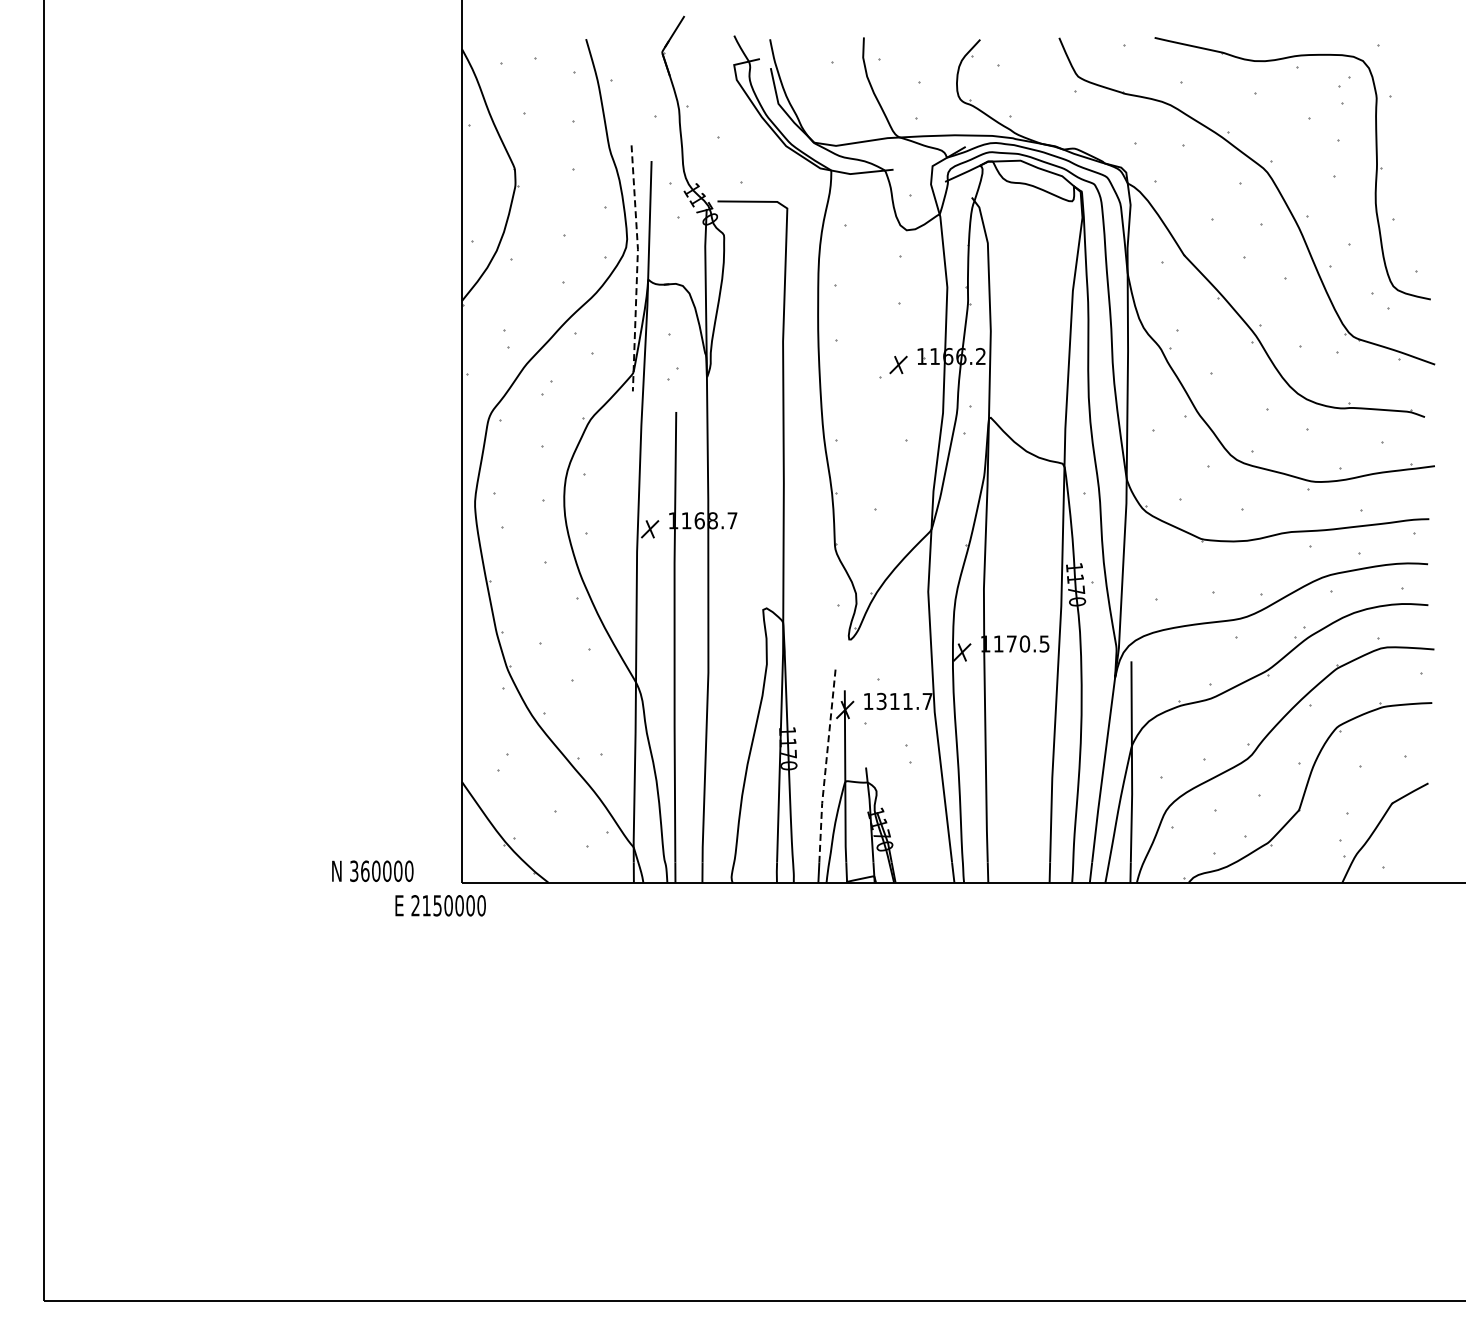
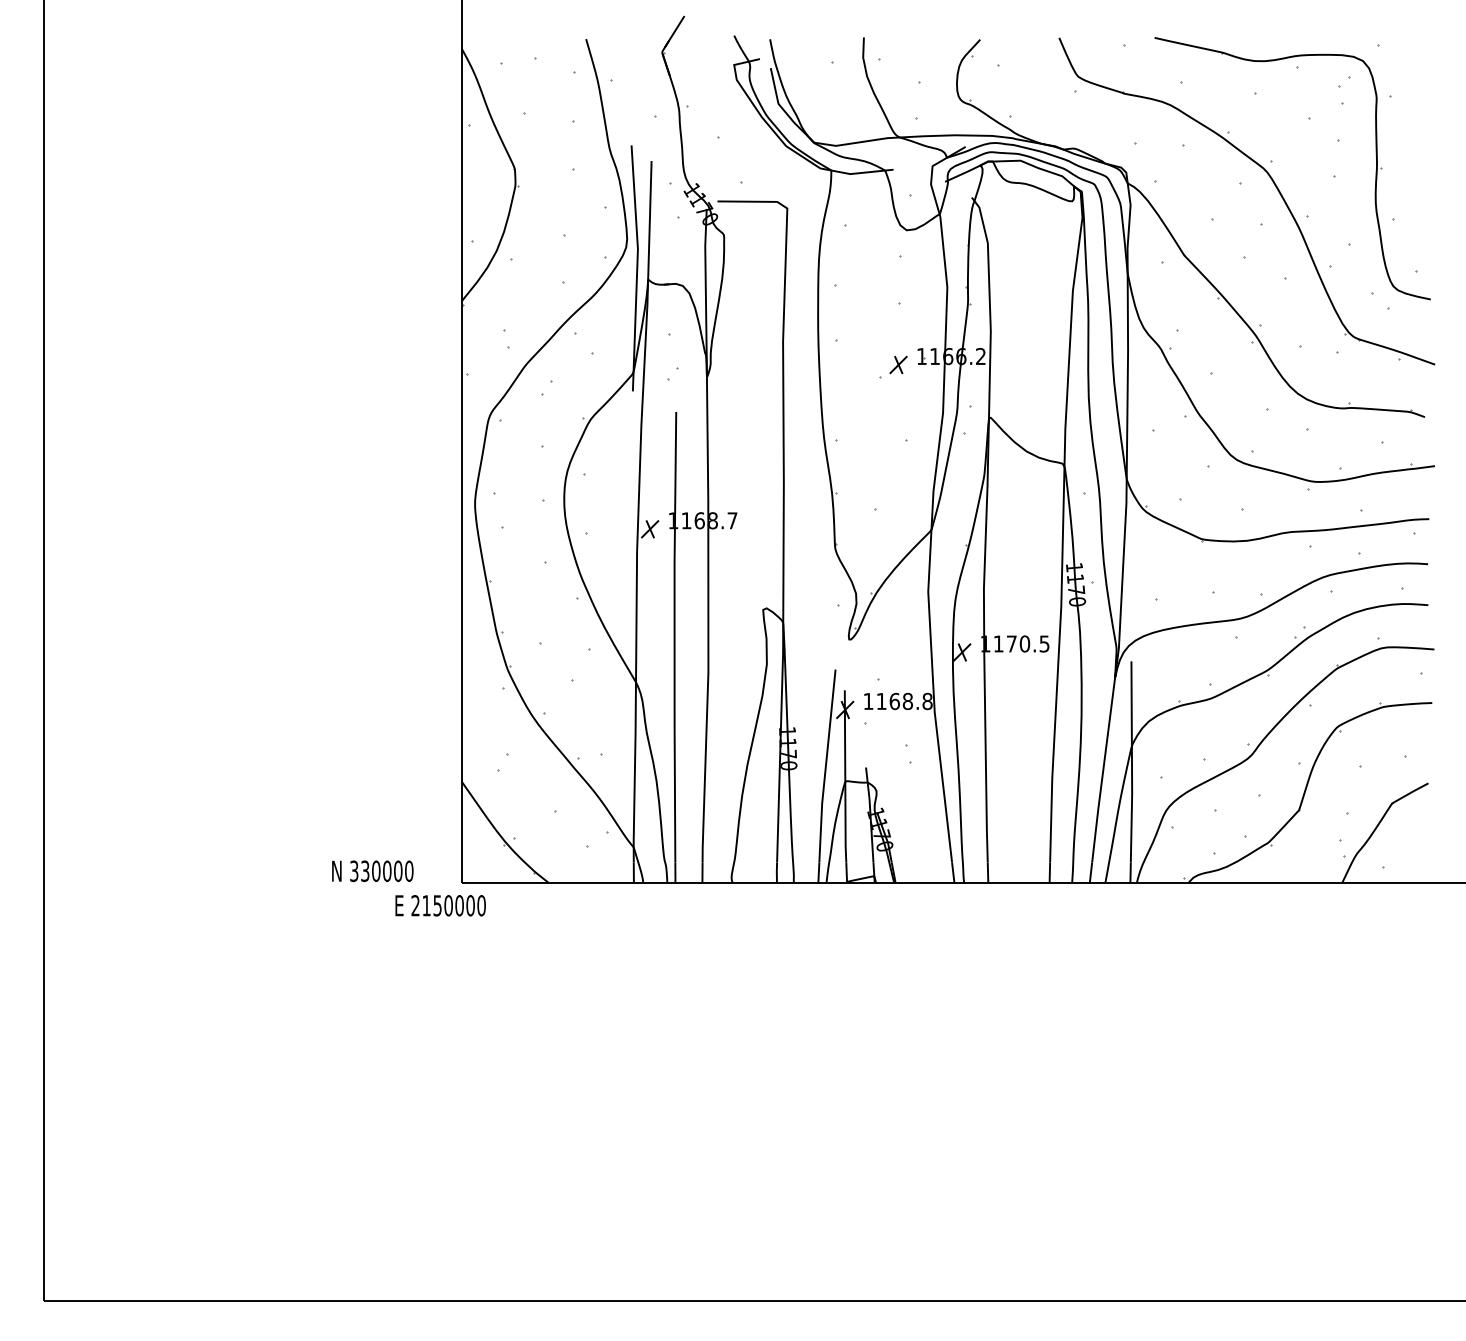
line at (637, 268): dashed -> solid
text at (904, 701): 1311.7 -> 1168.8
line at (825, 766): dashed -> solid
text at (365, 871): 360000 -> 330000
